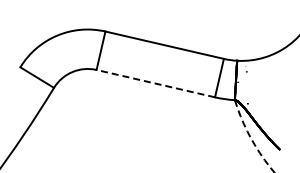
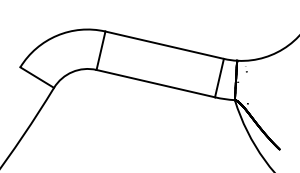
line at (155, 83): dashed -> solid
arc at (251, 138): dashed -> solid
